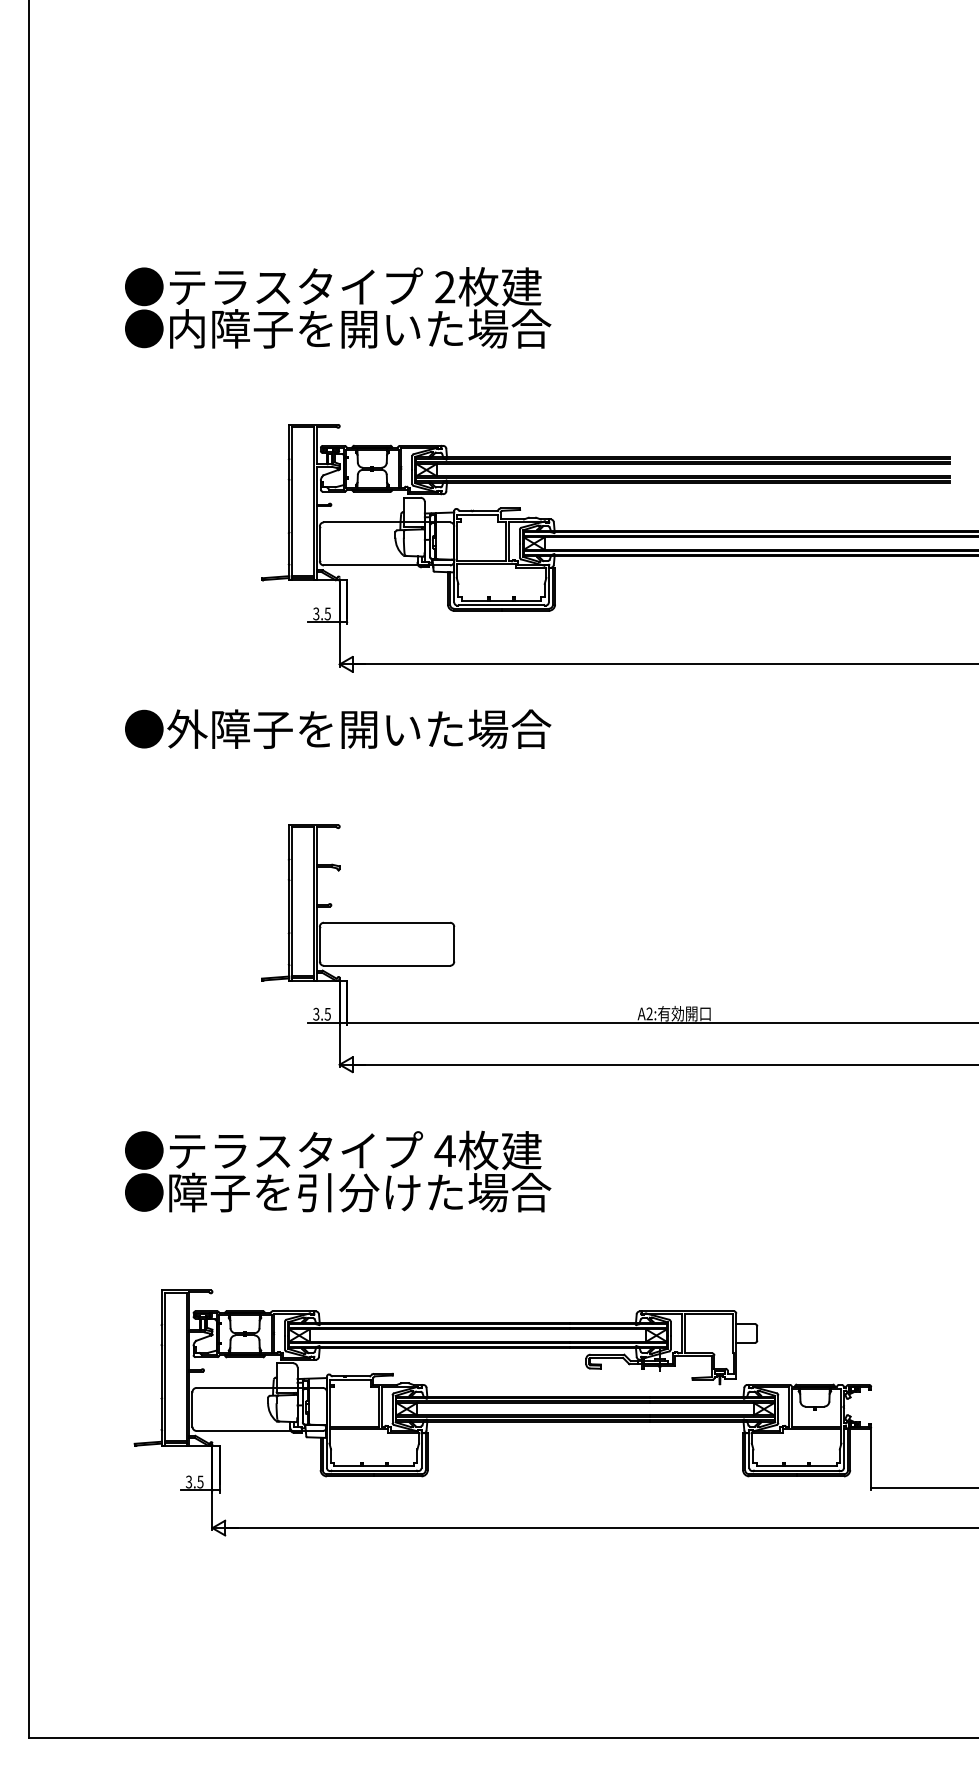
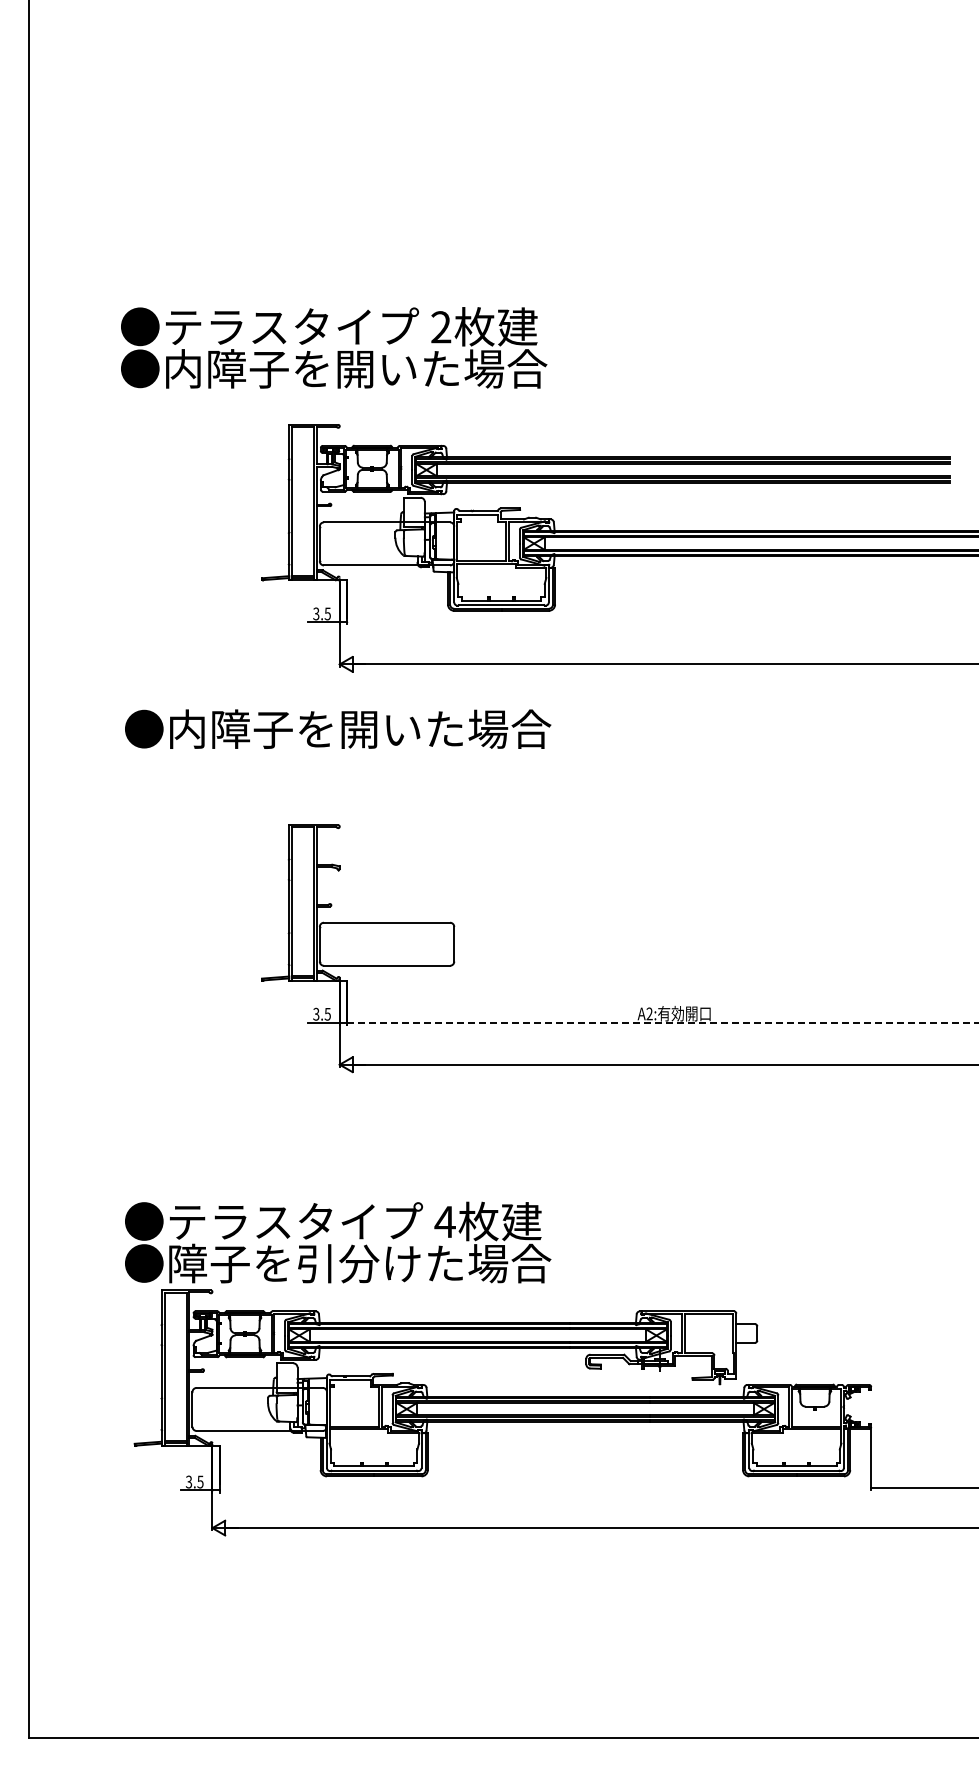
text at (338, 307) position: (338, 307) -> (334, 347)
text at (187, 728): ●外障子を開いた場合 -> ●内障子を開いた場合
line at (662, 1022): solid -> dashed
text at (338, 1171) position: (338, 1171) -> (338, 1242)
